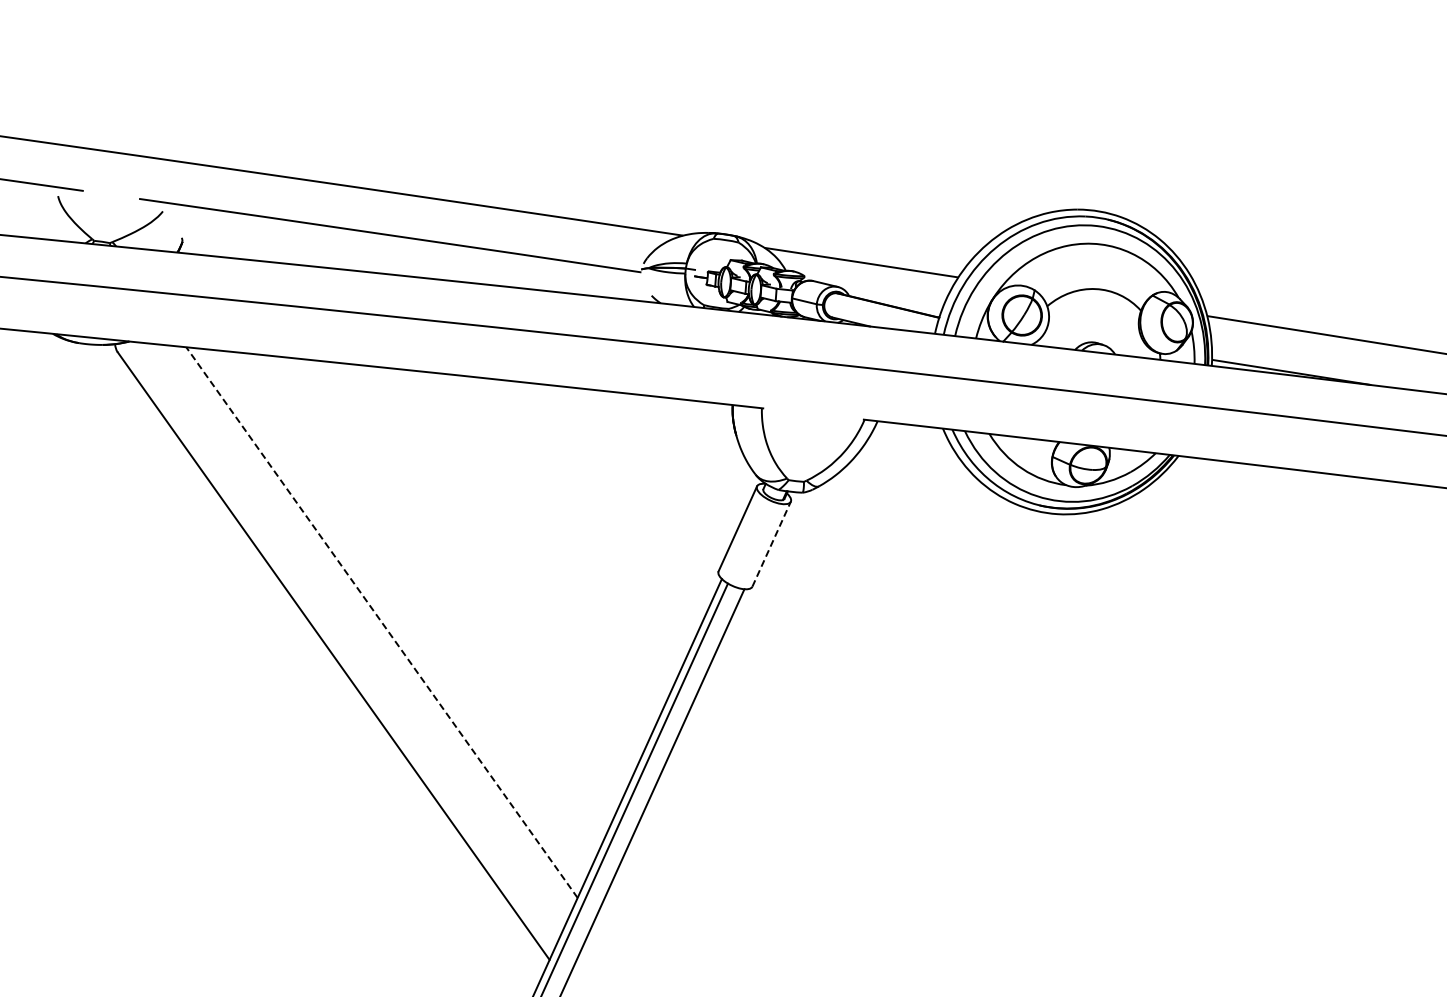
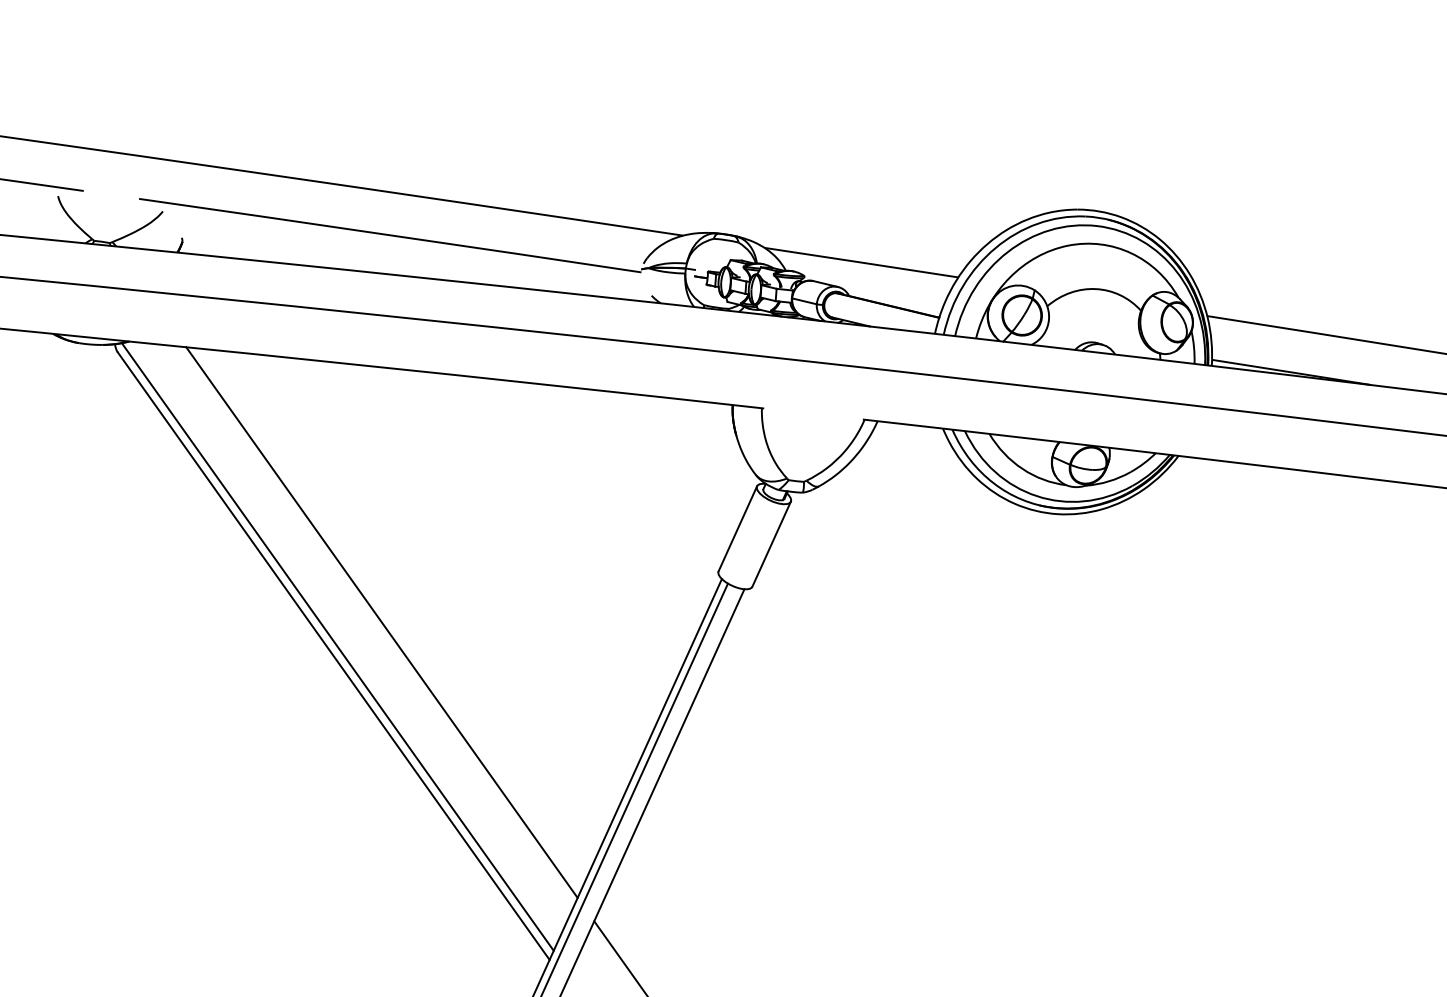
line at (771, 544): dashed -> solid
line at (381, 622): dashed -> solid
line at (337, 646): none -> present
line at (619, 957): none -> present
